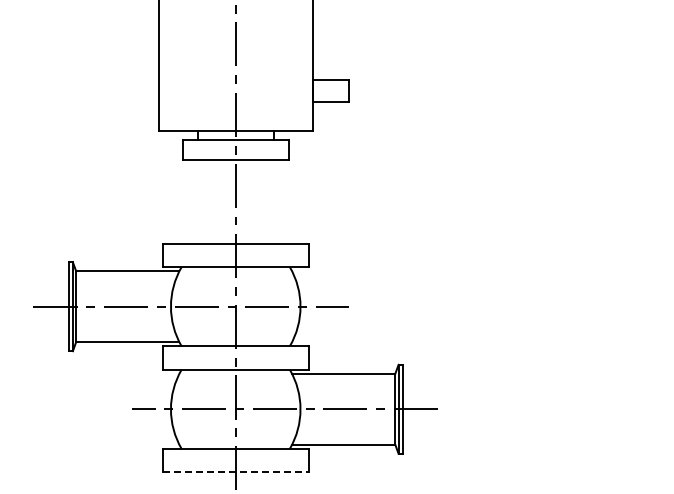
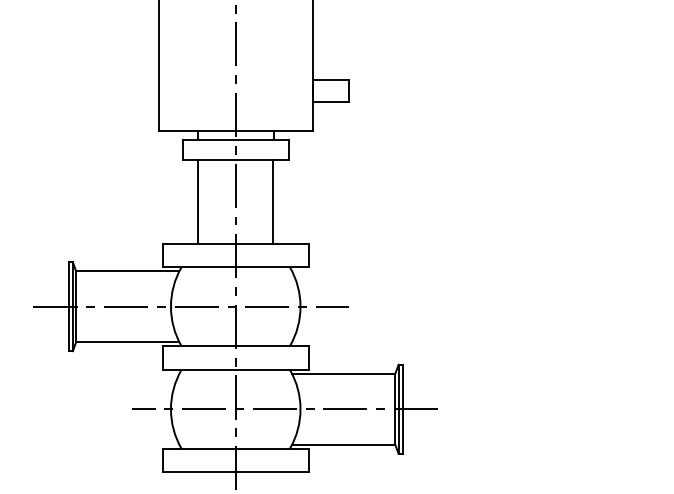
line at (198, 201): none -> present
line at (273, 201): none -> present
line at (235, 472): dashed -> solid
